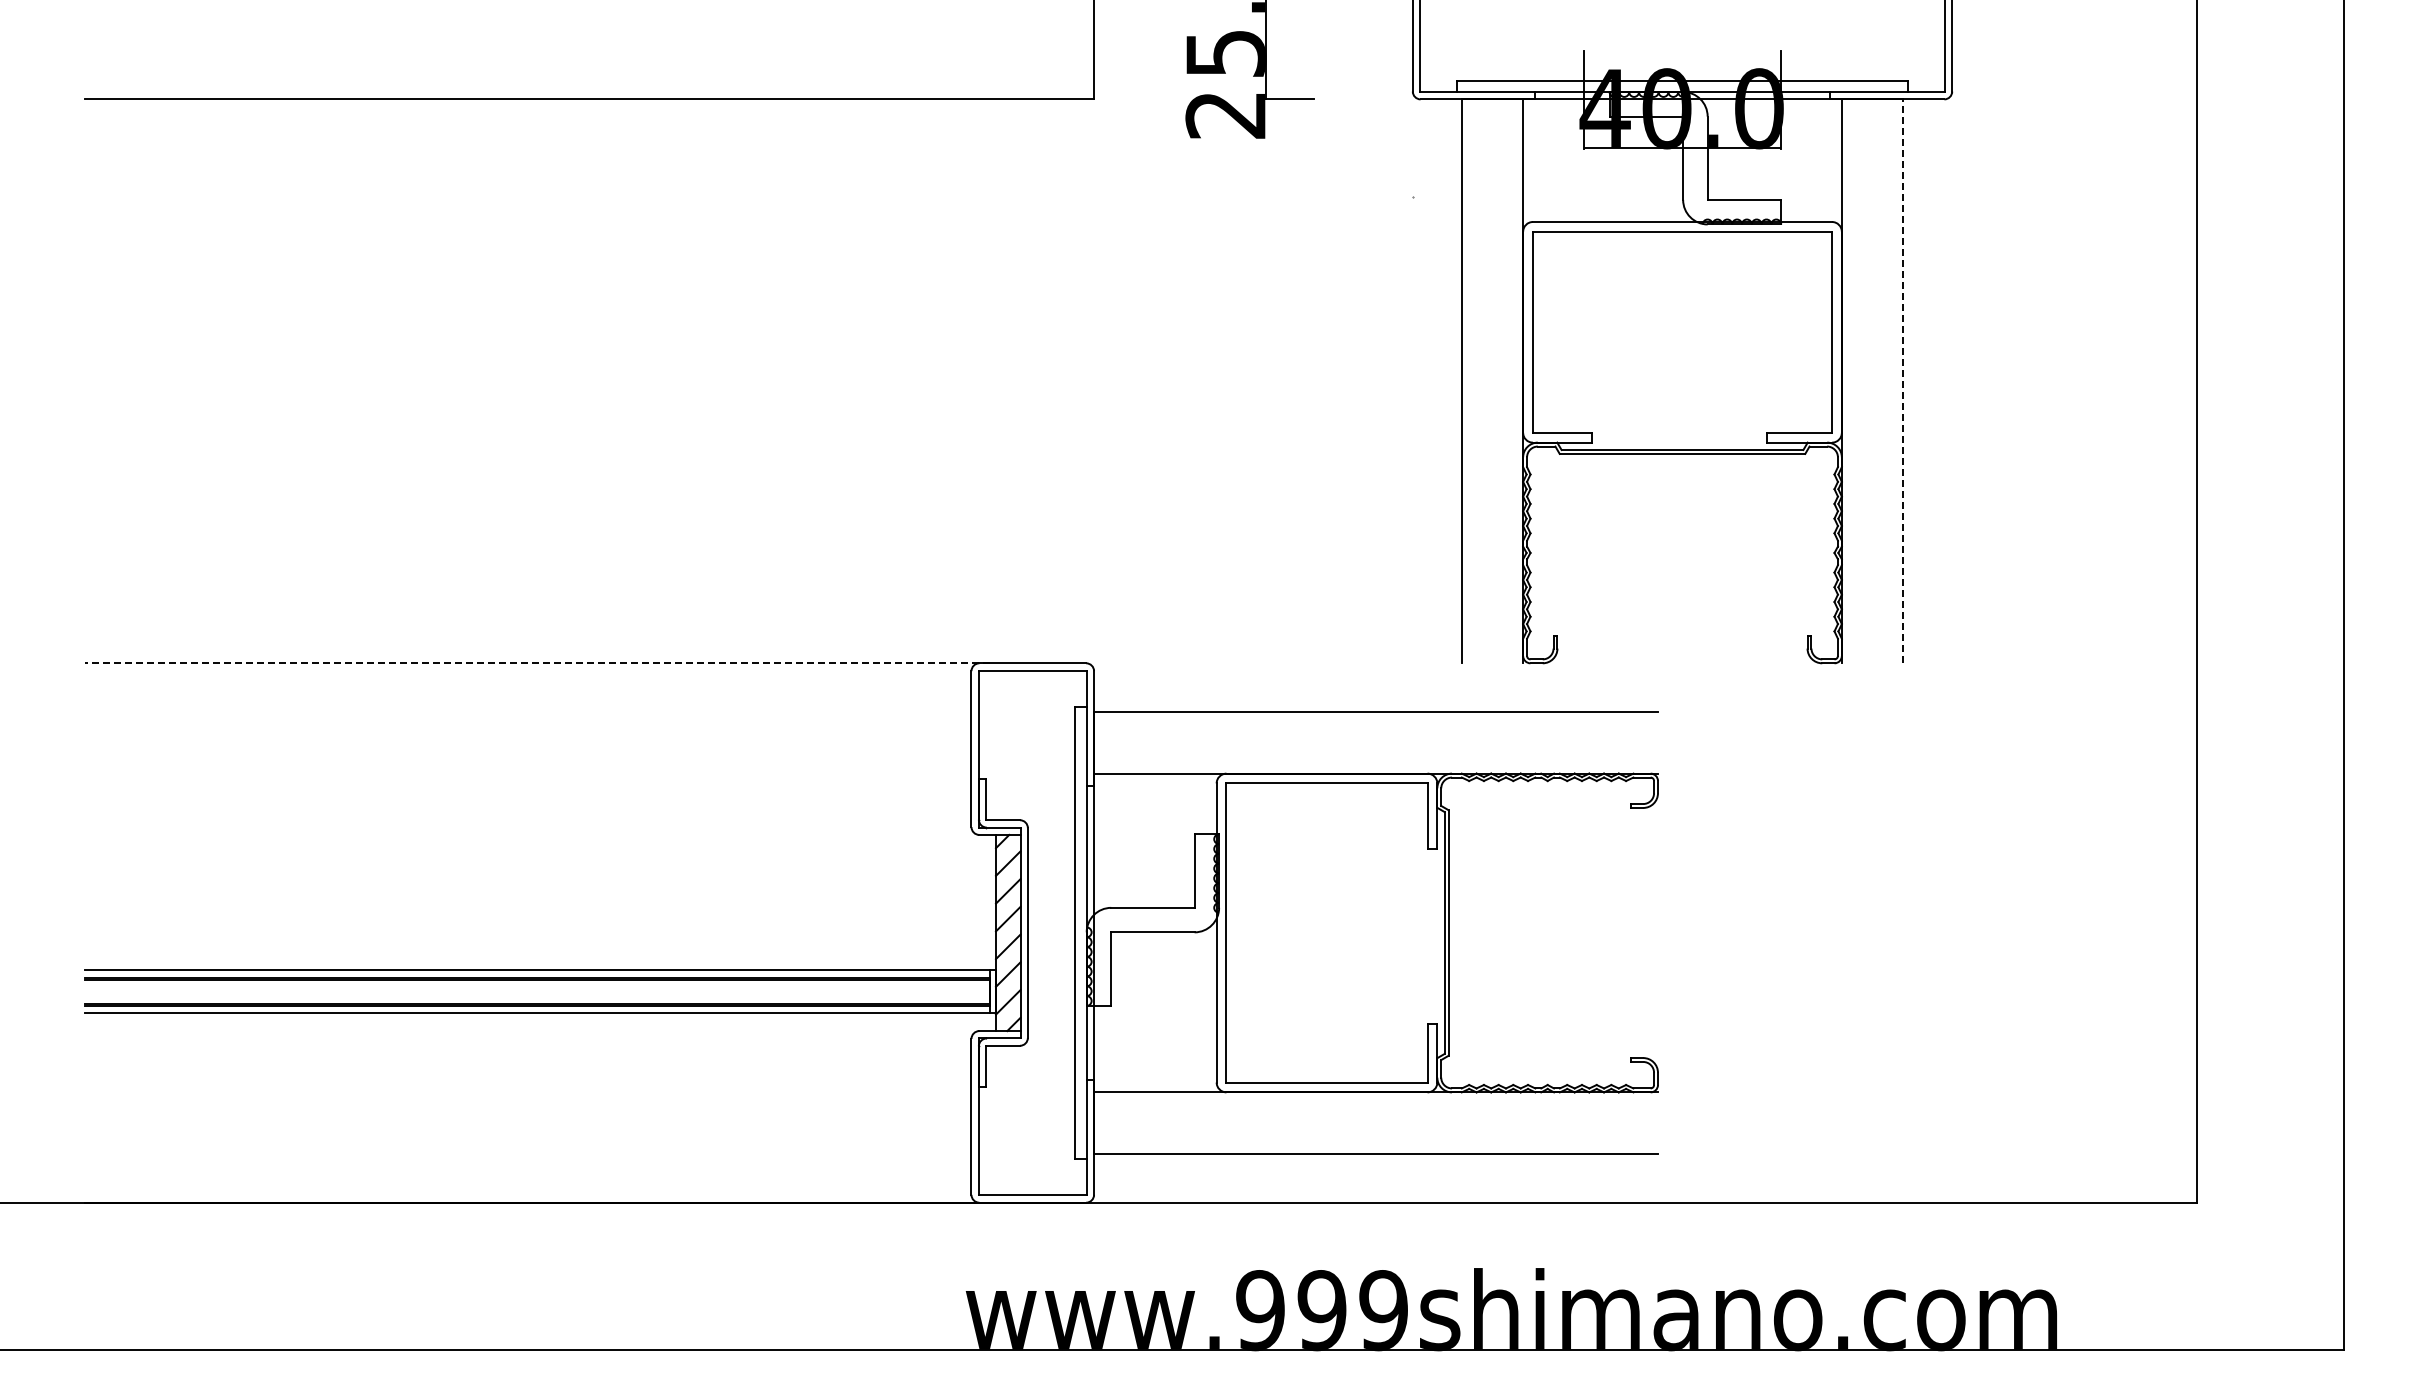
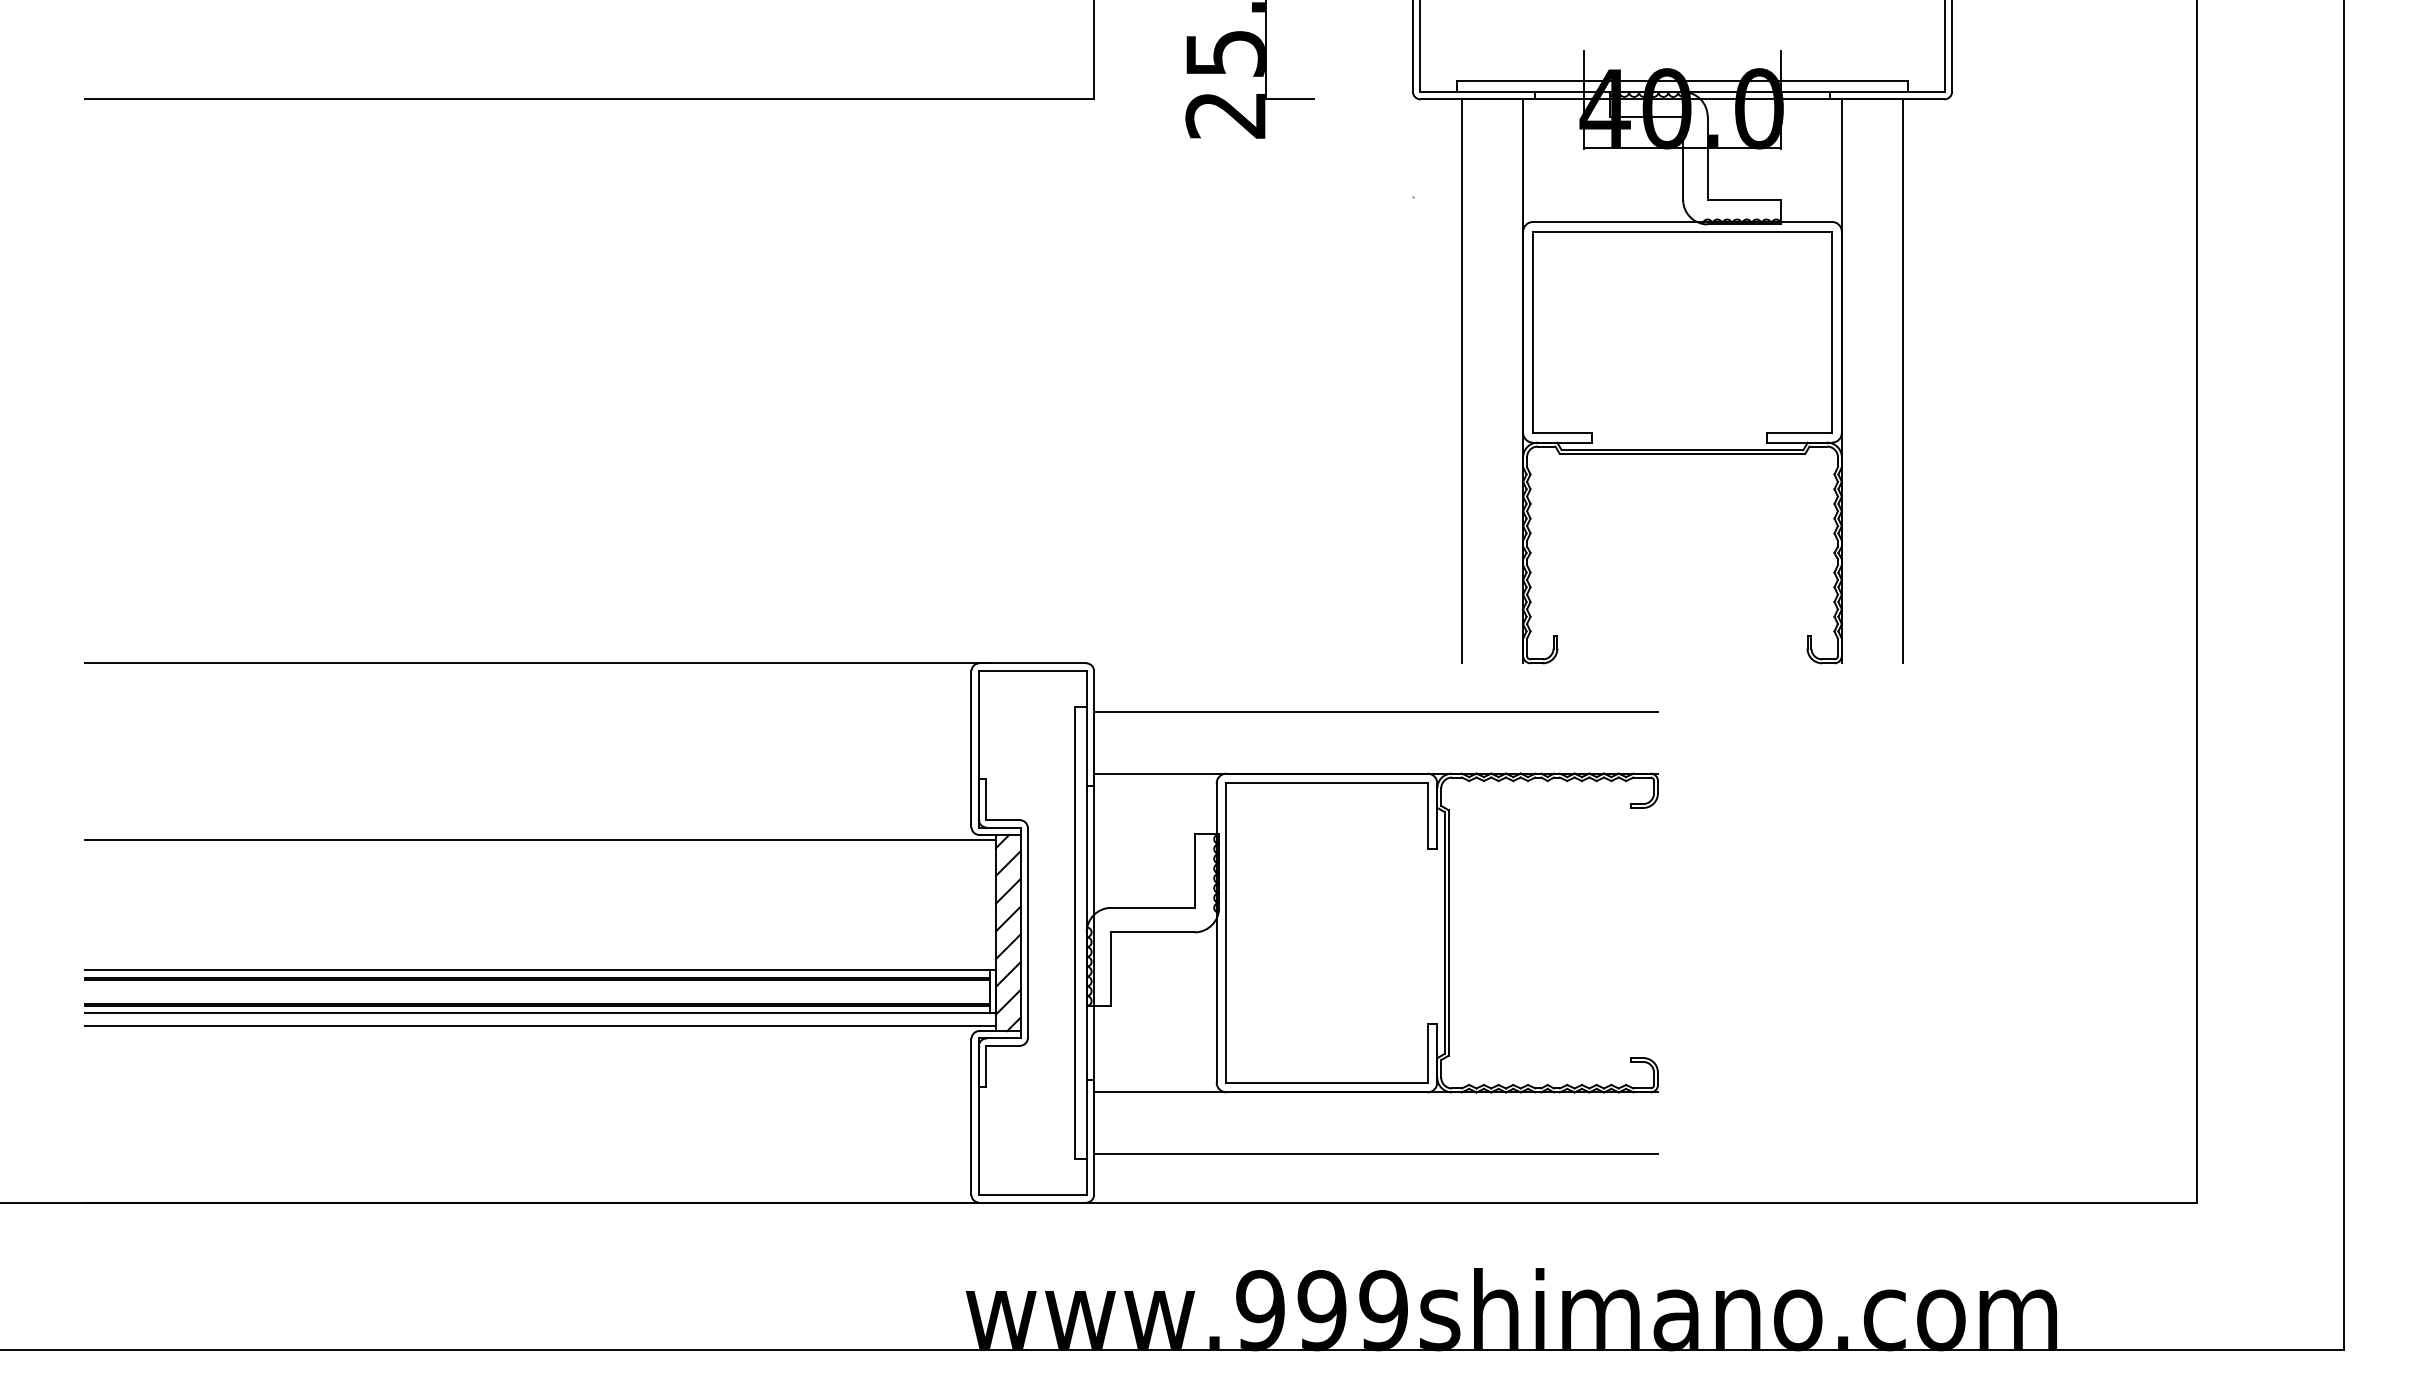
line at (1903, 381): dashed -> solid
line at (537, 663): dashed -> solid
line at (540, 839): none -> present
line at (540, 1026): none -> present
